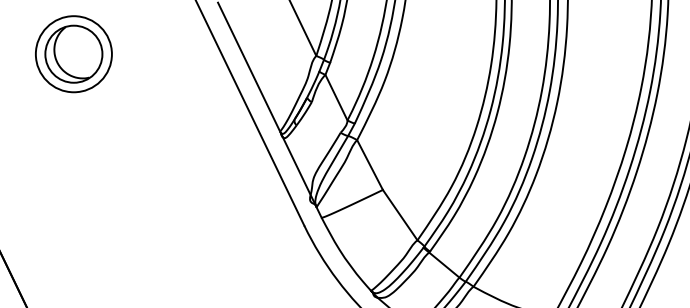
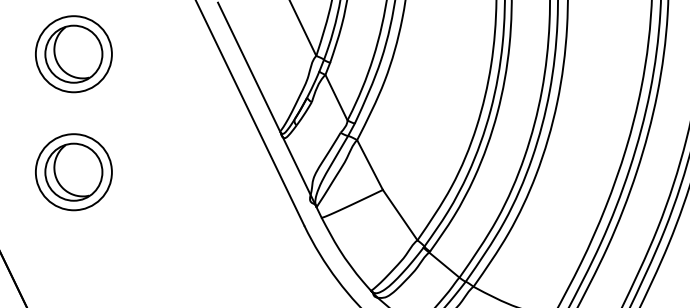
part at (73, 172): none -> present
